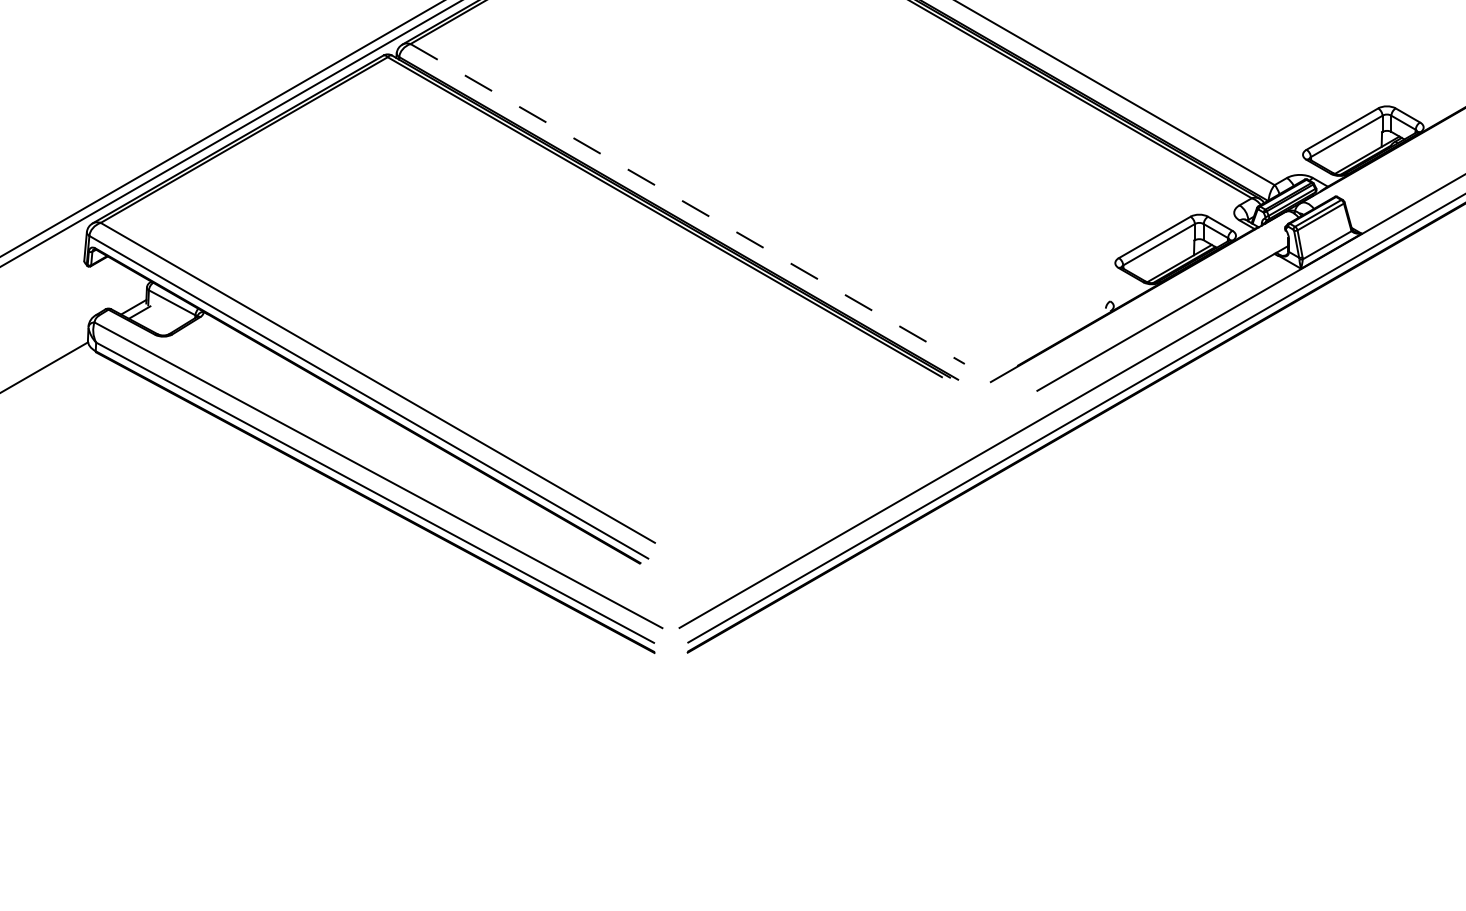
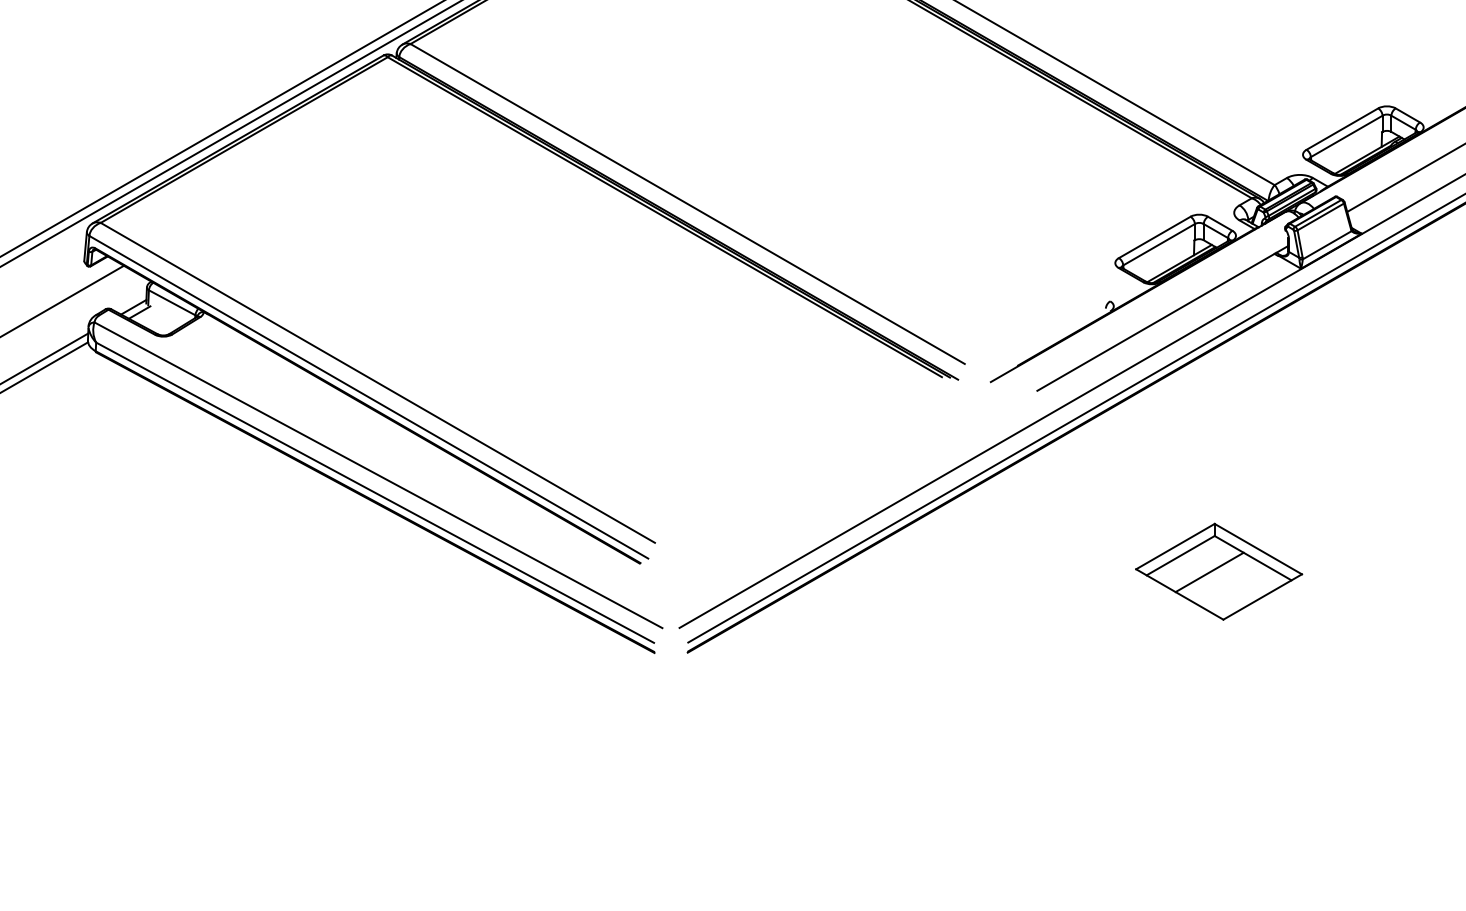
line at (1404, 178): none -> present
line at (687, 204): dashed -> solid
line at (62, 300): none -> present
line at (45, 358): none -> present
part at (1219, 571): none -> present
